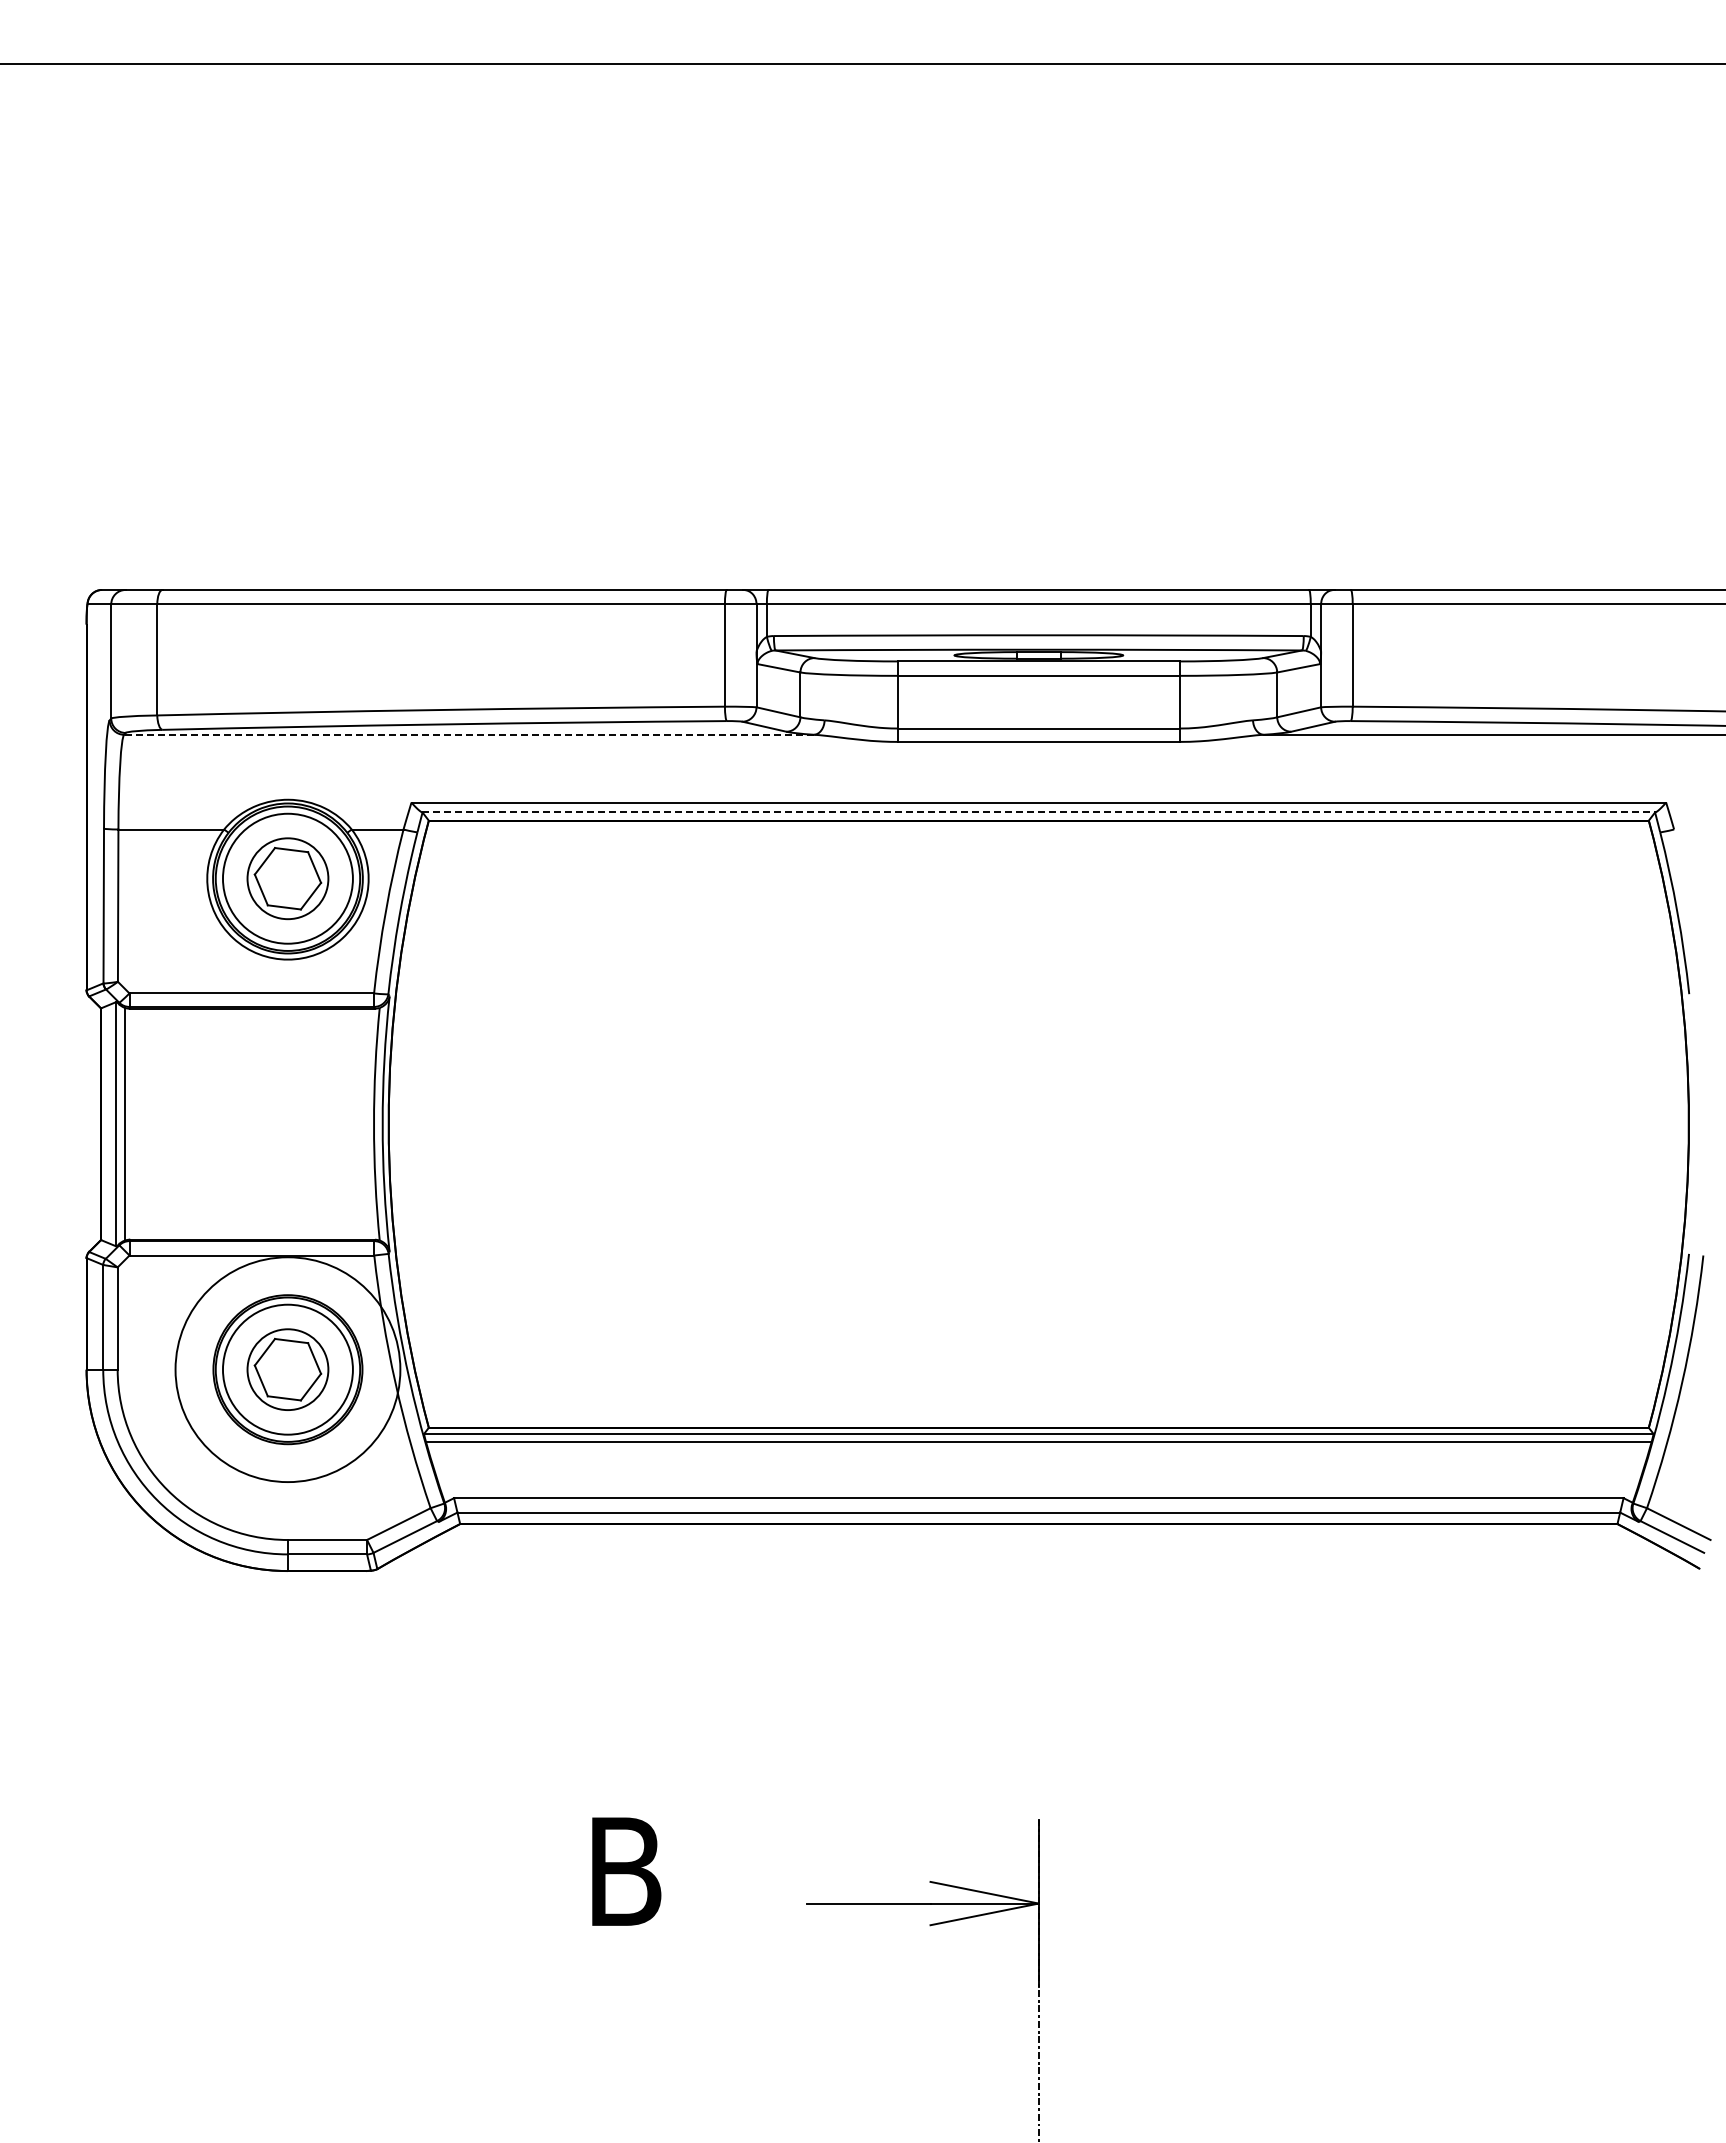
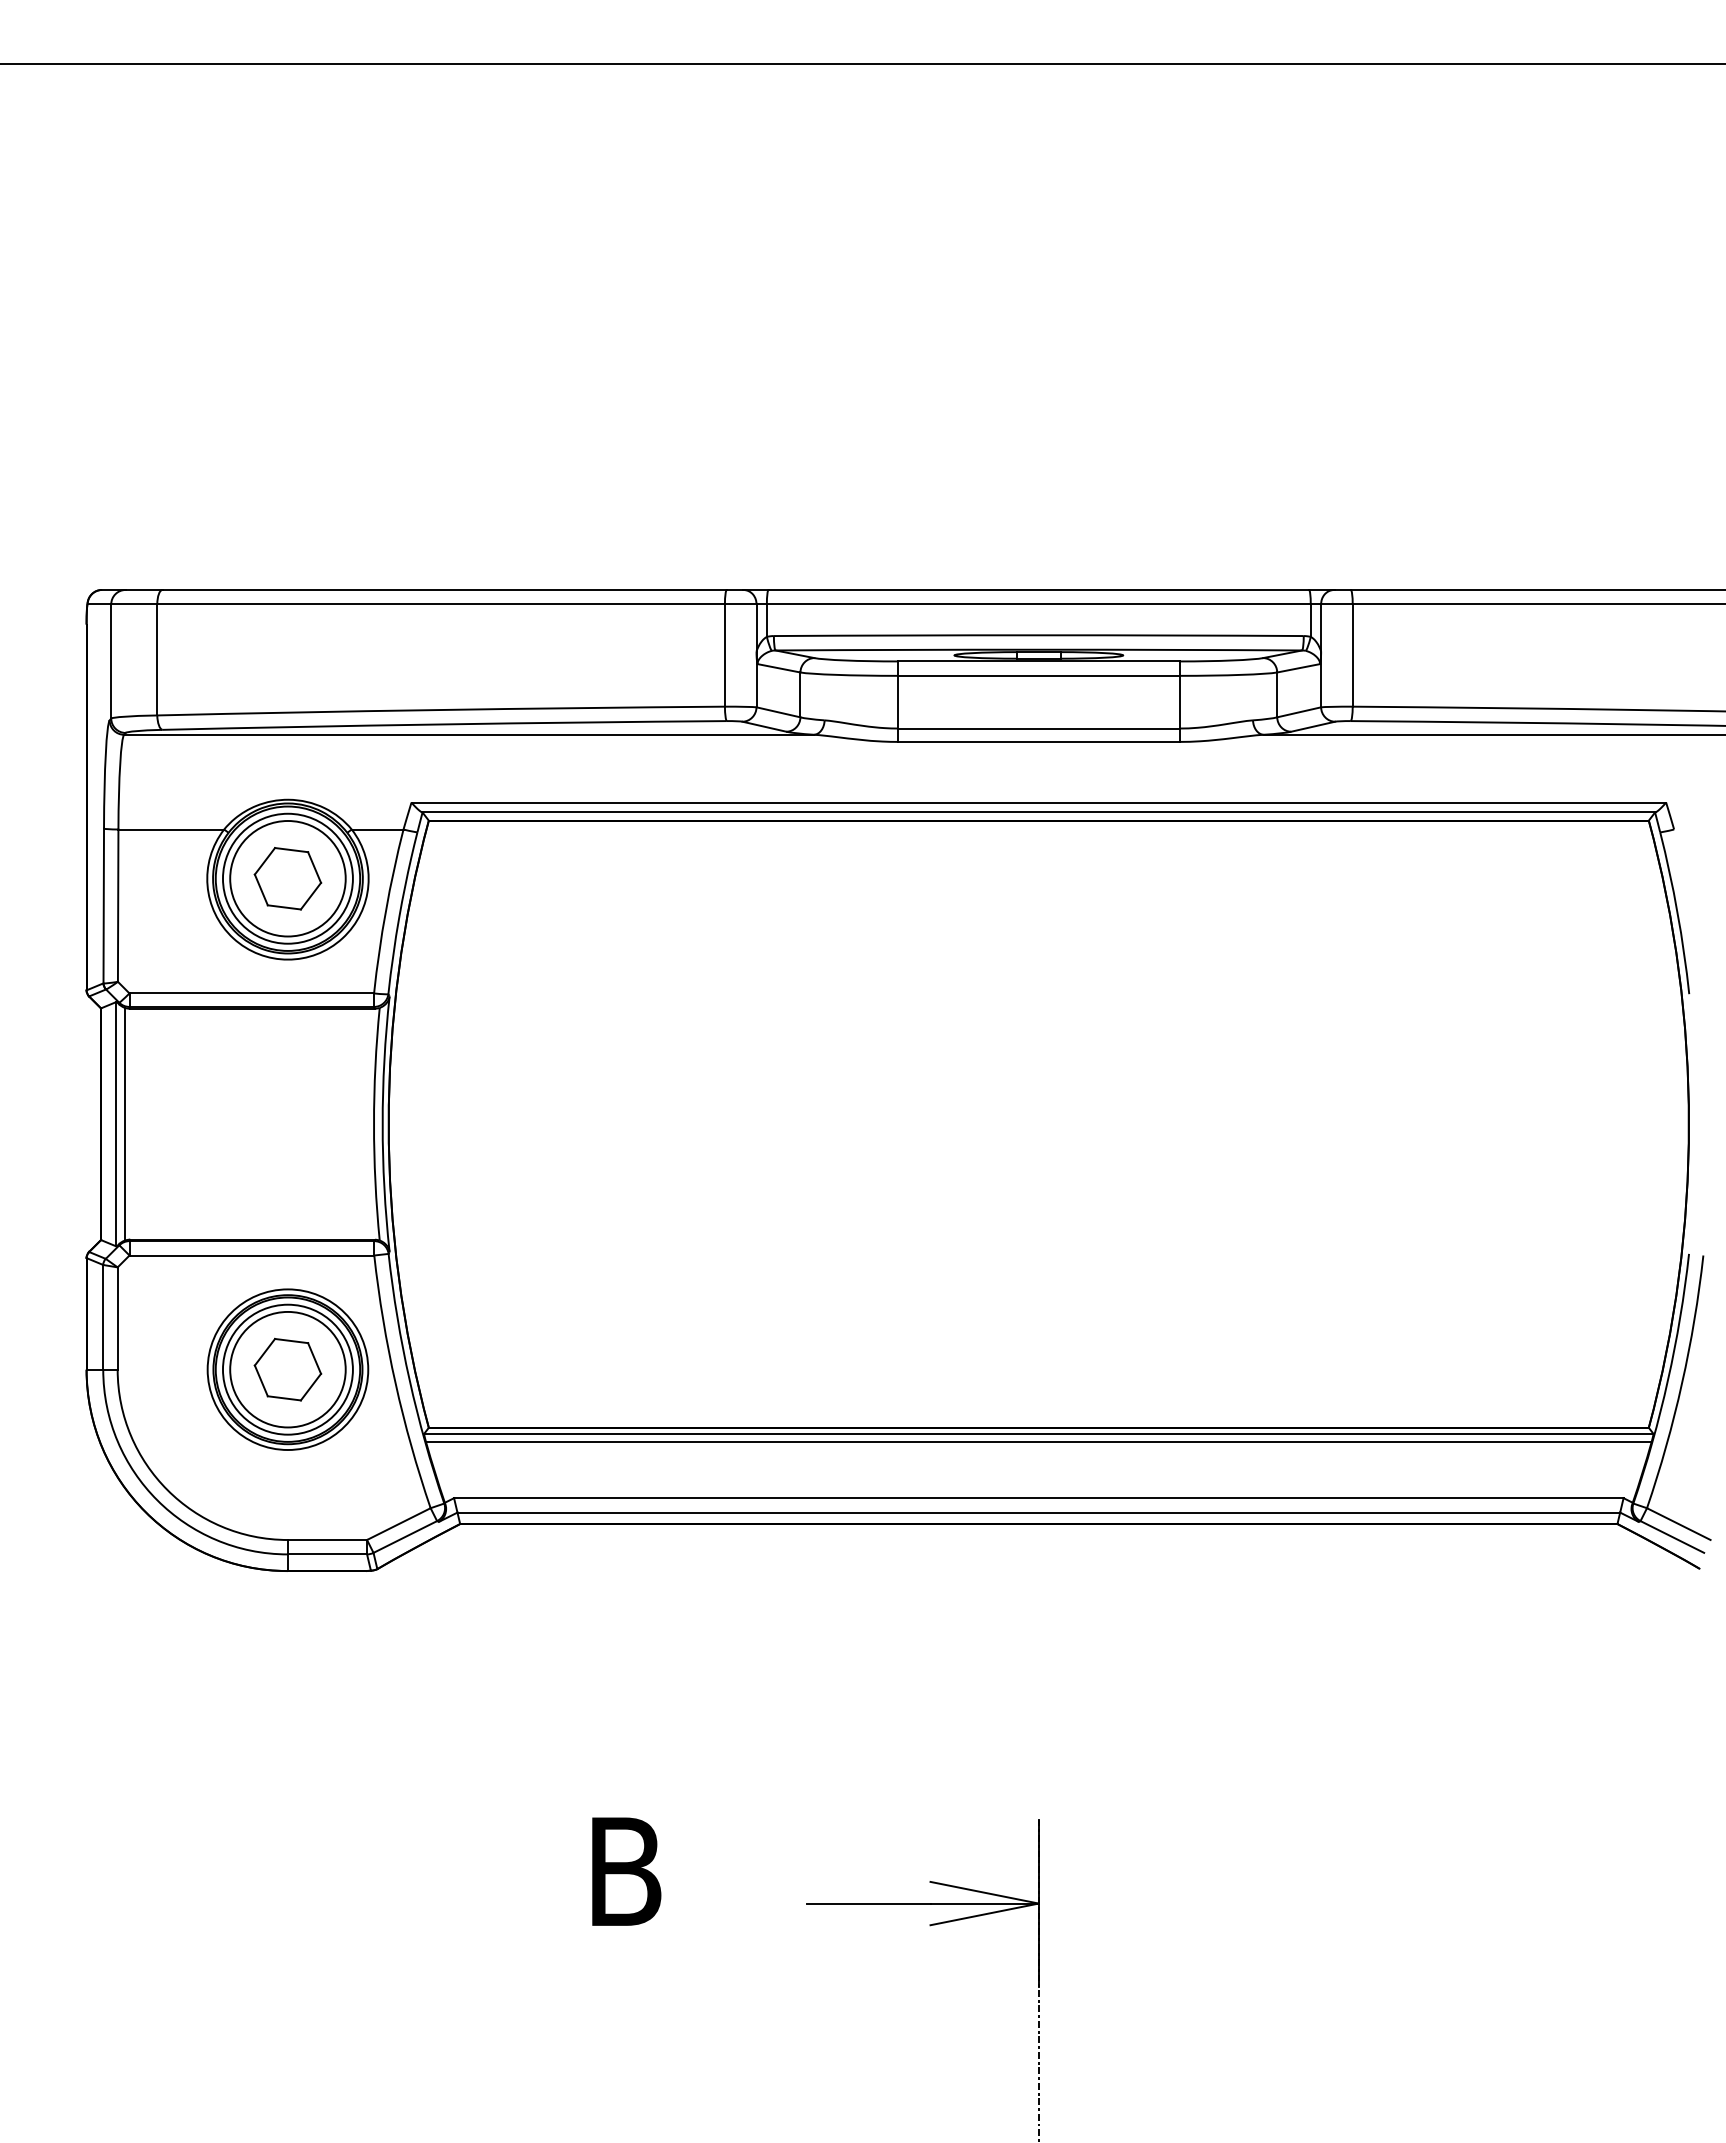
line at (468, 734): dashed -> solid
line at (1038, 812): dashed -> solid
circle at (287, 878) diameter: 81 px -> 116 px
circle at (287, 1369) diameter: 225 px -> 161 px
circle at (287, 1369) diameter: 81 px -> 116 px
